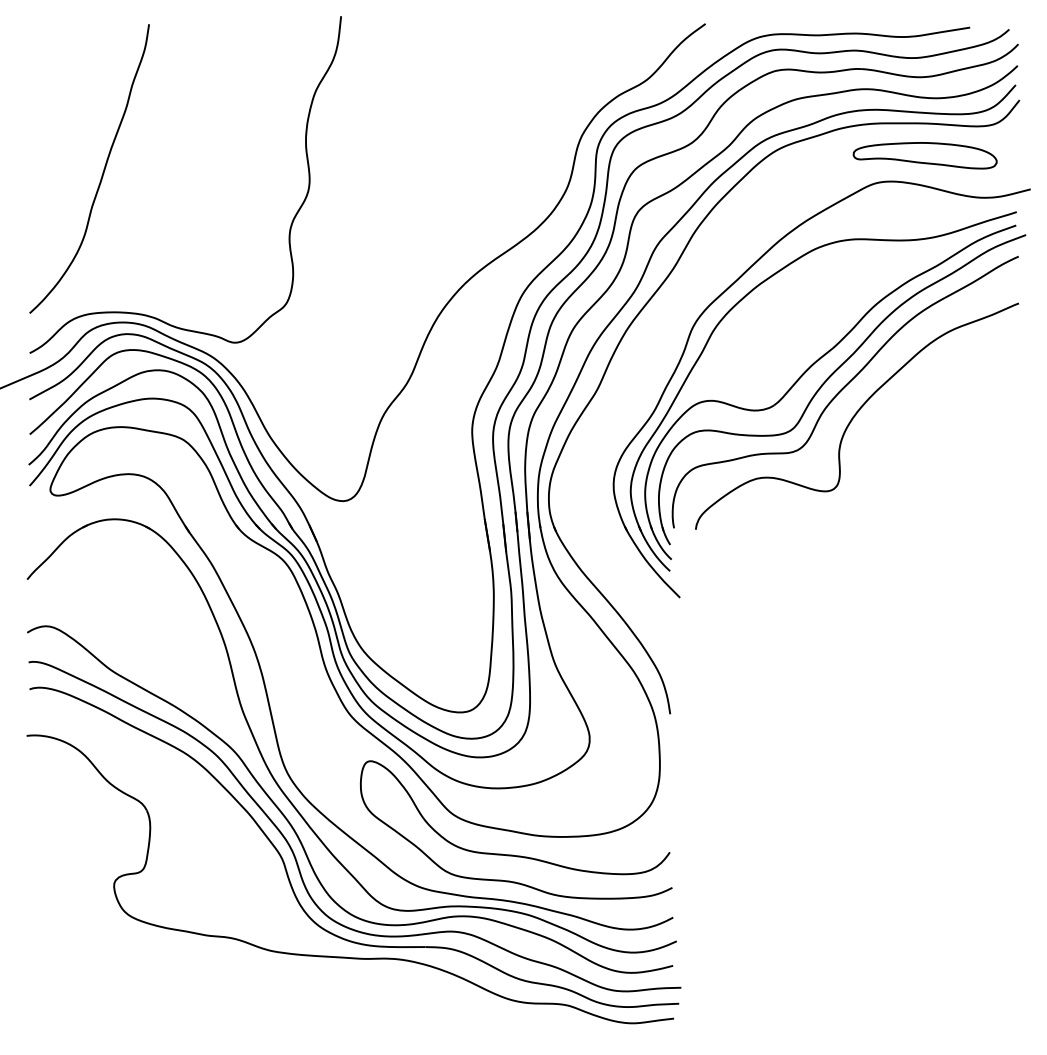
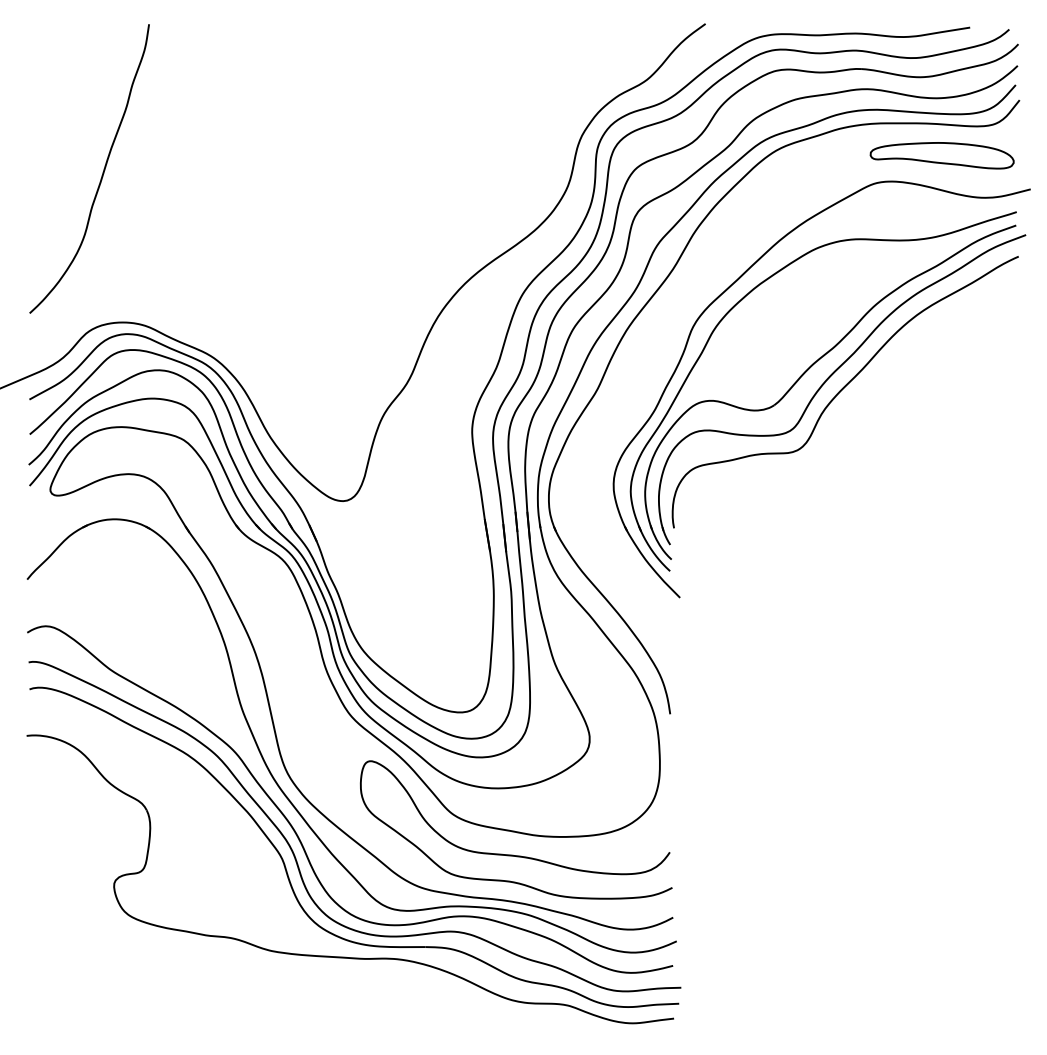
part at (924, 155) position: (924, 155) -> (941, 155)
curve at (291, 221): present -> none
curve at (856, 414): present -> none
